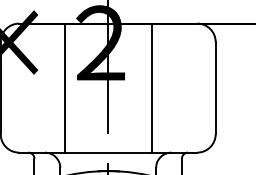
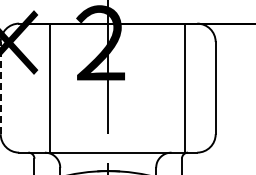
line at (0, 87): solid -> dashed
line at (64, 87) position: (64, 87) -> (49, 87)
line at (151, 87) position: (151, 87) -> (184, 87)
